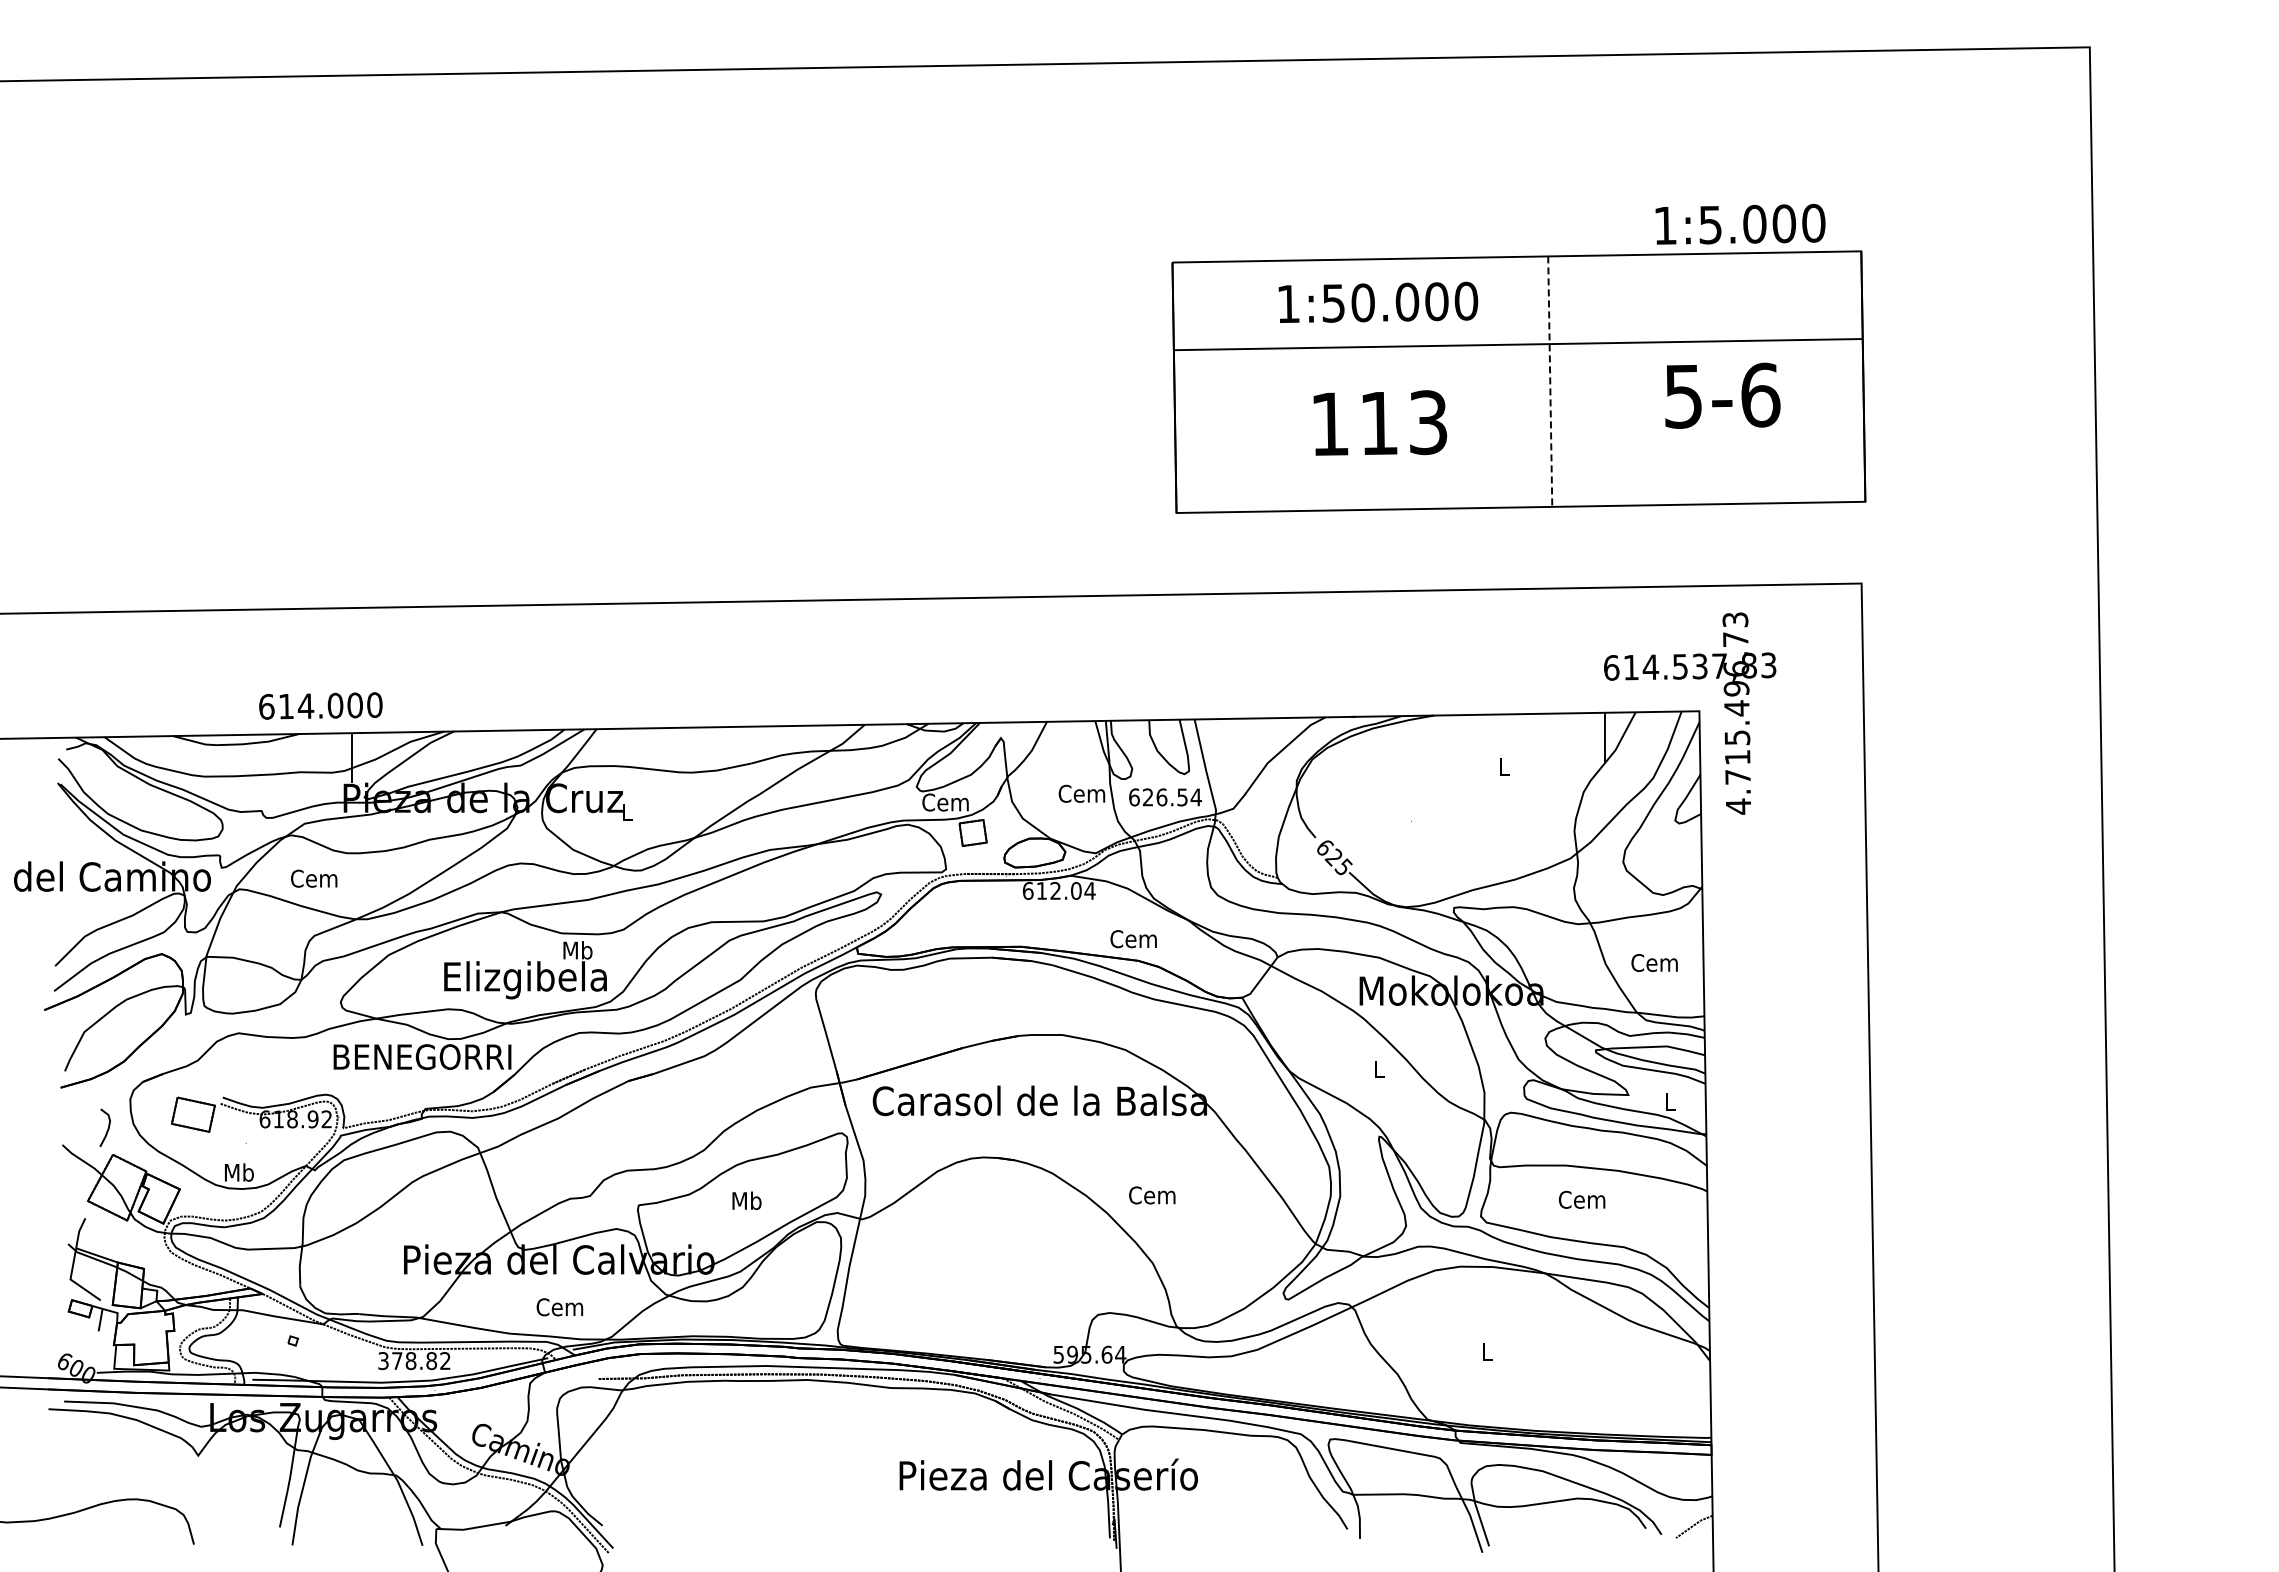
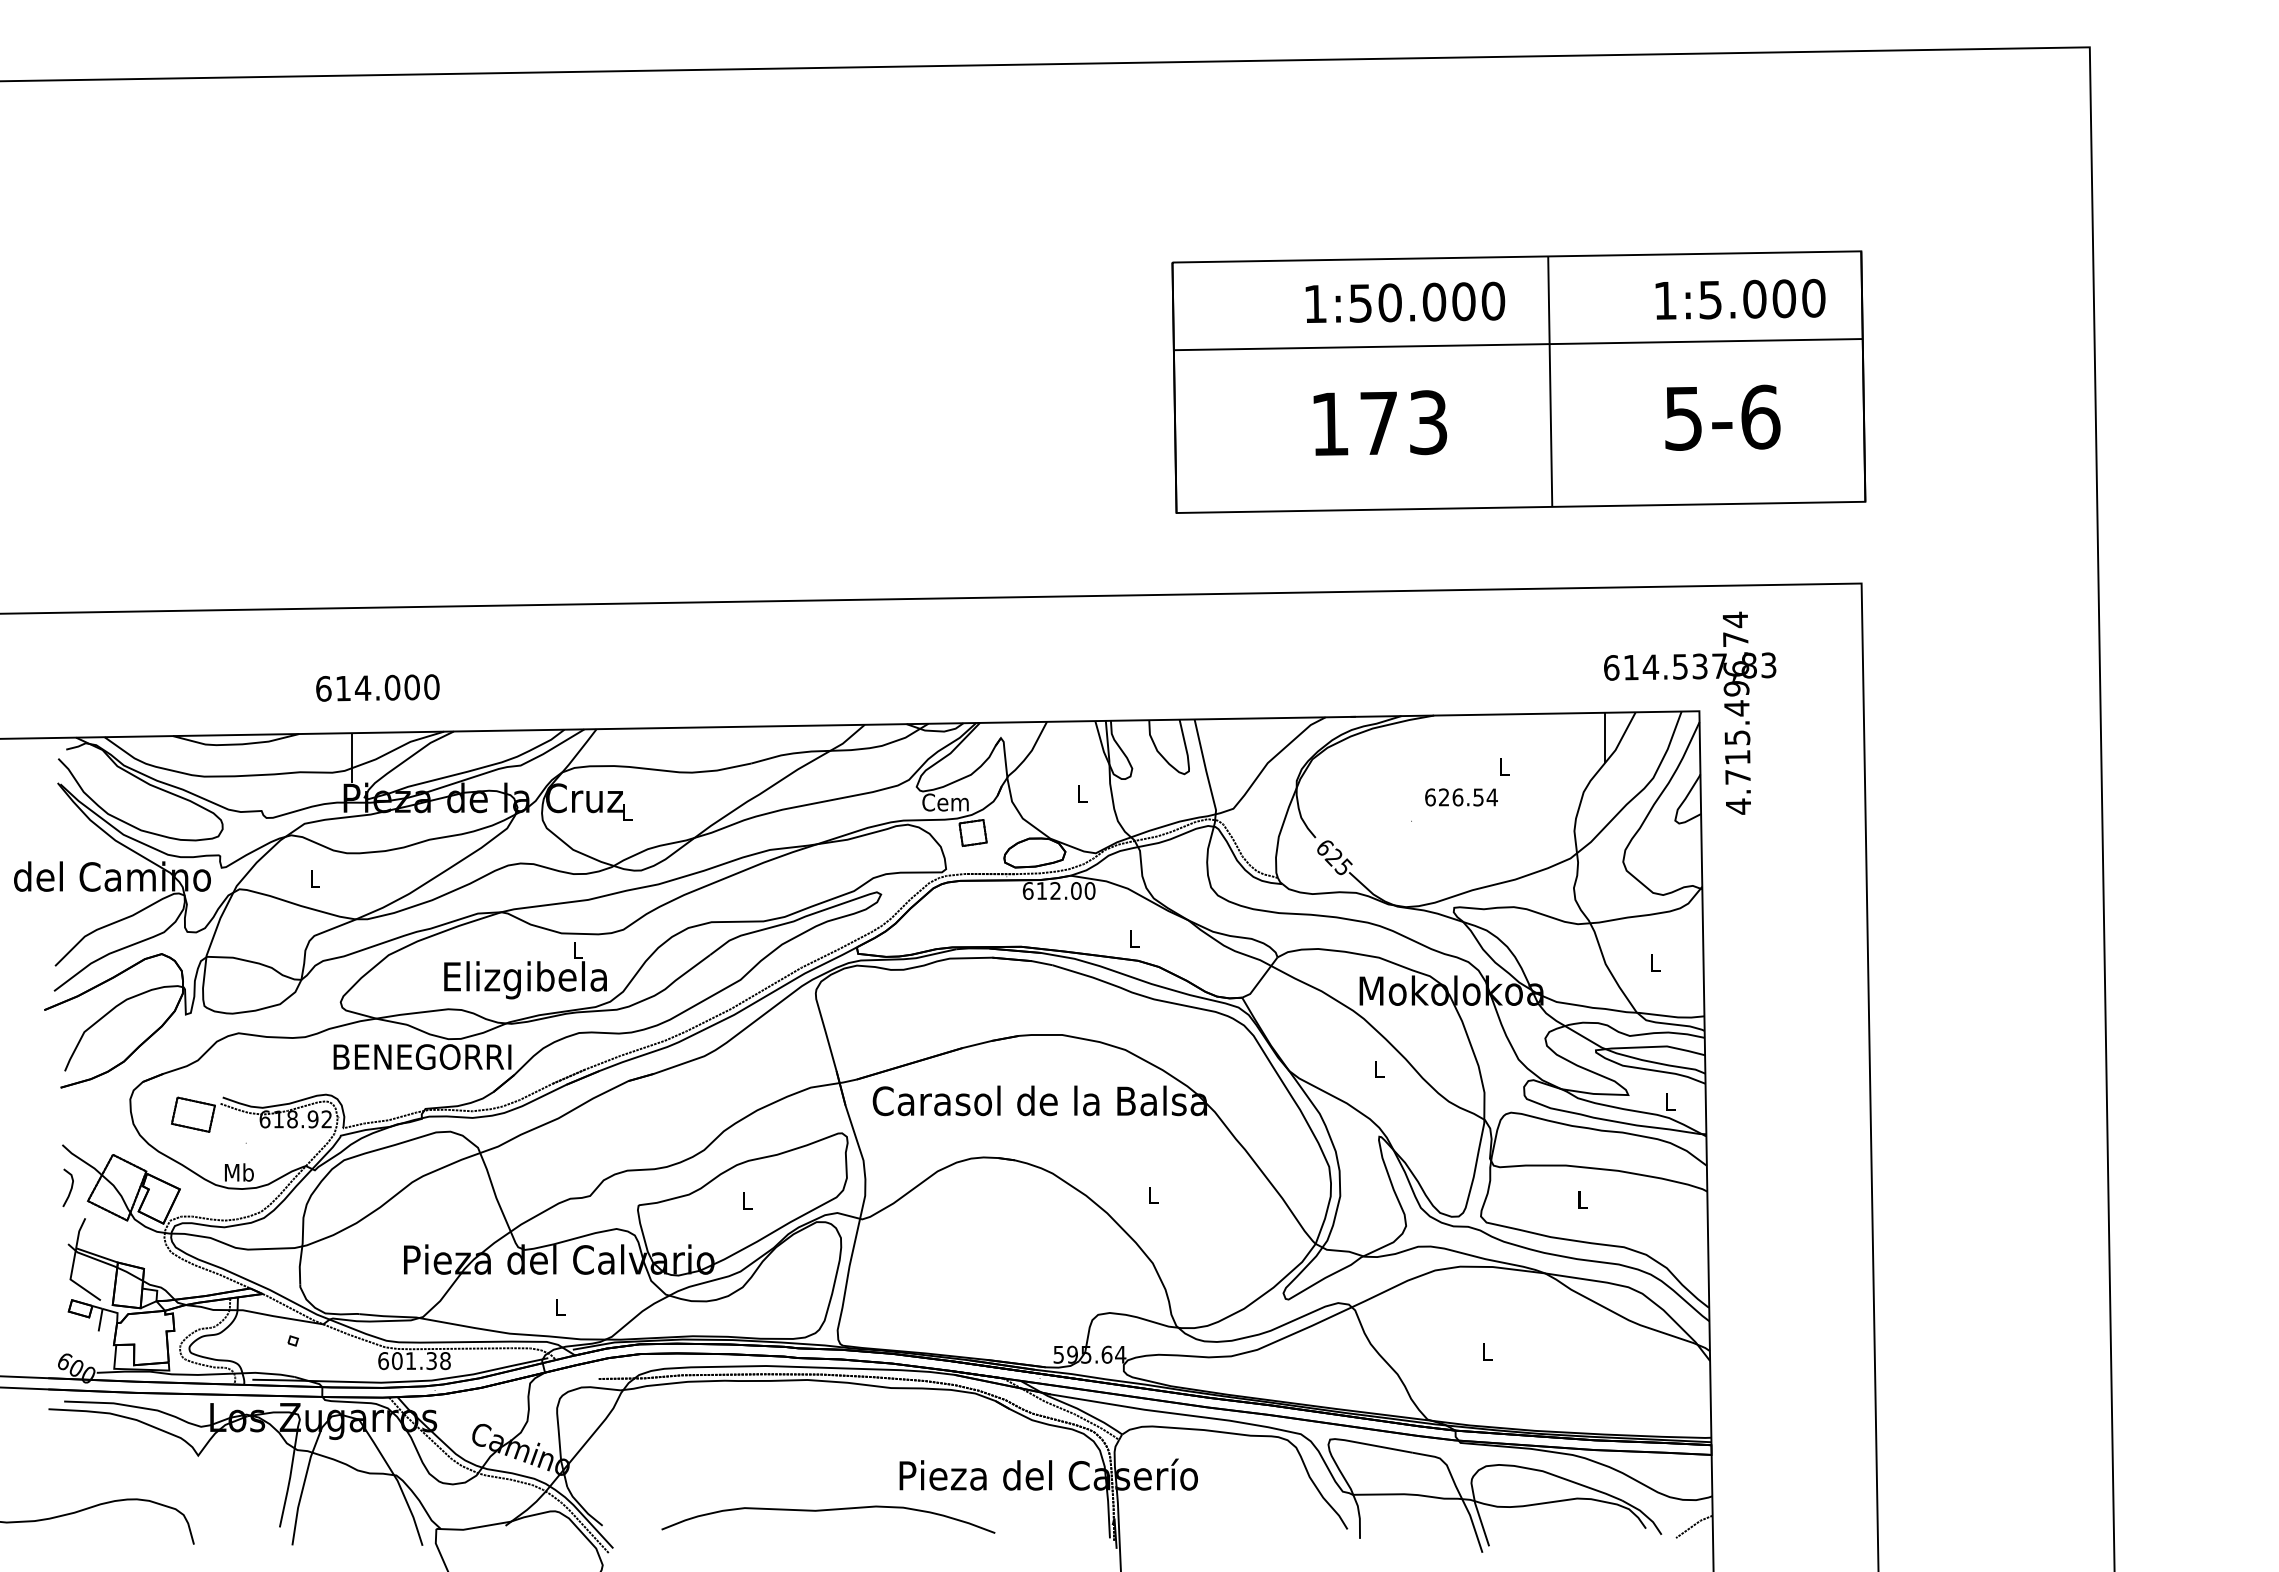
text at (1740, 224) position: (1740, 224) -> (1740, 299)
text at (1378, 301) position: (1378, 301) -> (1405, 301)
line at (1550, 382): dashed -> solid
text at (1722, 395) position: (1722, 395) -> (1722, 417)
text at (1378, 422): 113 -> 173
text at (1735, 619): 4.715.496,73 -> 4.715.496,74
text at (320, 705) position: (320, 705) -> (377, 687)
text at (1081, 793): Cem -> L
text at (1165, 797) position: (1165, 797) -> (1461, 797)
text at (314, 878): Cem -> L
text at (1089, 890): 612.04 -> 612.00
text at (1133, 939): Cem -> L
text at (577, 950): Mb -> L
text at (1654, 962): Cem -> L
curve at (107, 1128) position: (107, 1128) -> (70, 1188)
text at (1152, 1195): Cem -> L
text at (1581, 1199): Cem -> L
text at (746, 1200): Mb -> L
text at (559, 1307): Cem -> L
text at (414, 1361): 378.82 -> 601.38
curve at (824, 1511): none -> present
